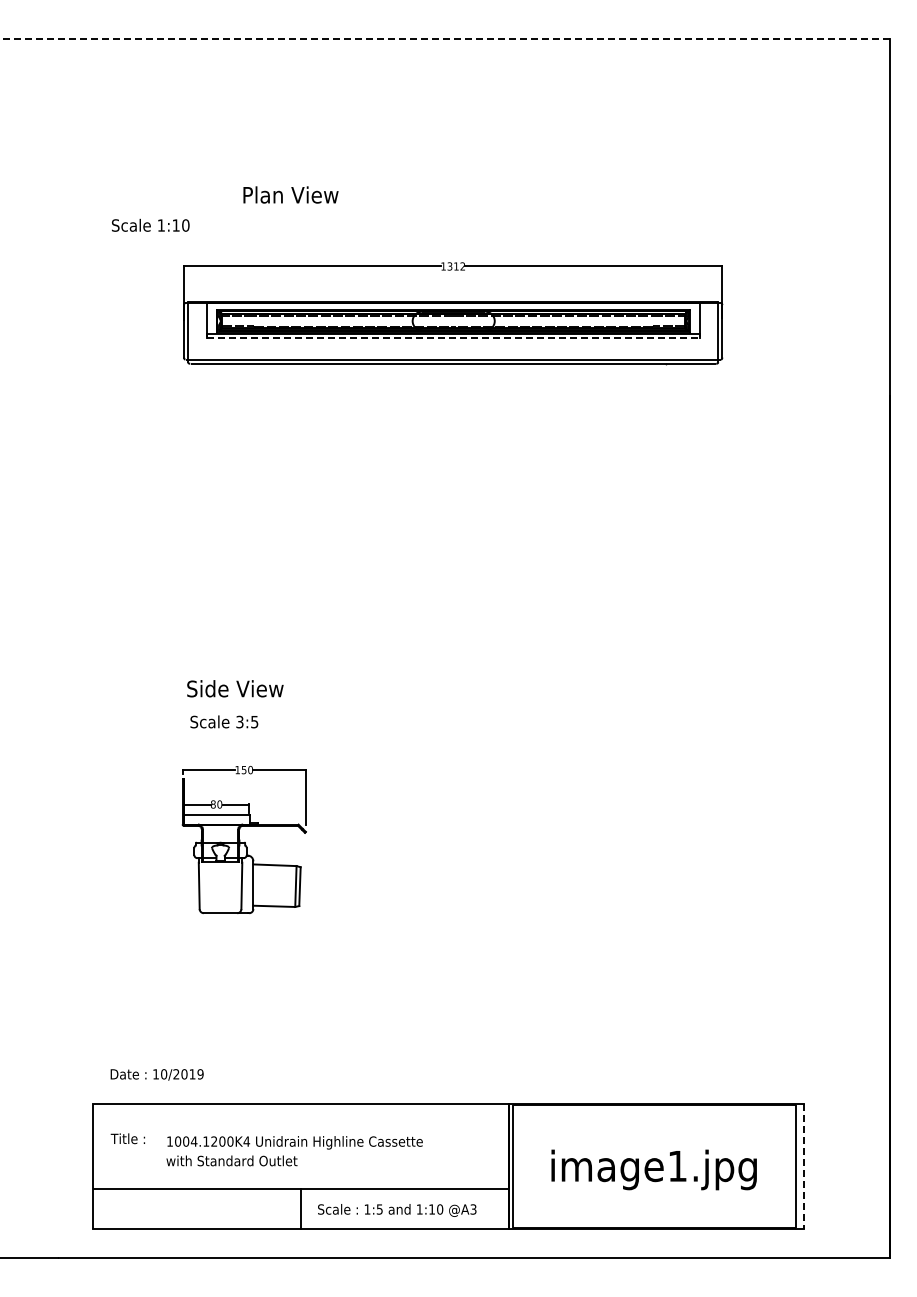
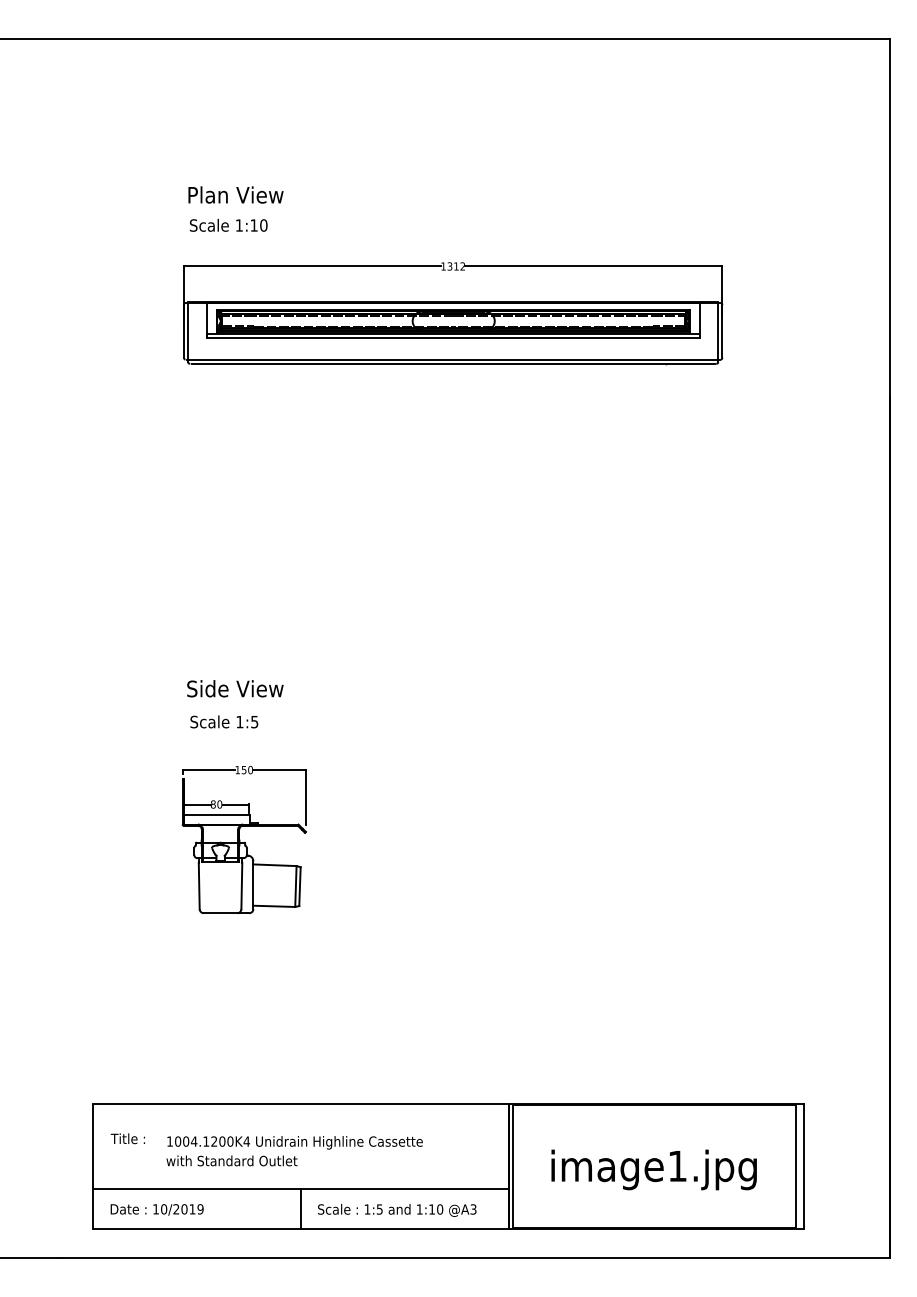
line at (444, 38): dashed -> solid
text at (290, 194) position: (290, 194) -> (235, 194)
text at (150, 224) position: (150, 224) -> (228, 224)
line at (453, 338): dashed -> solid
text at (239, 721): 3:5 -> 1:5
text at (156, 1074) position: (156, 1074) -> (156, 1209)
line at (803, 1166): dashed -> solid
